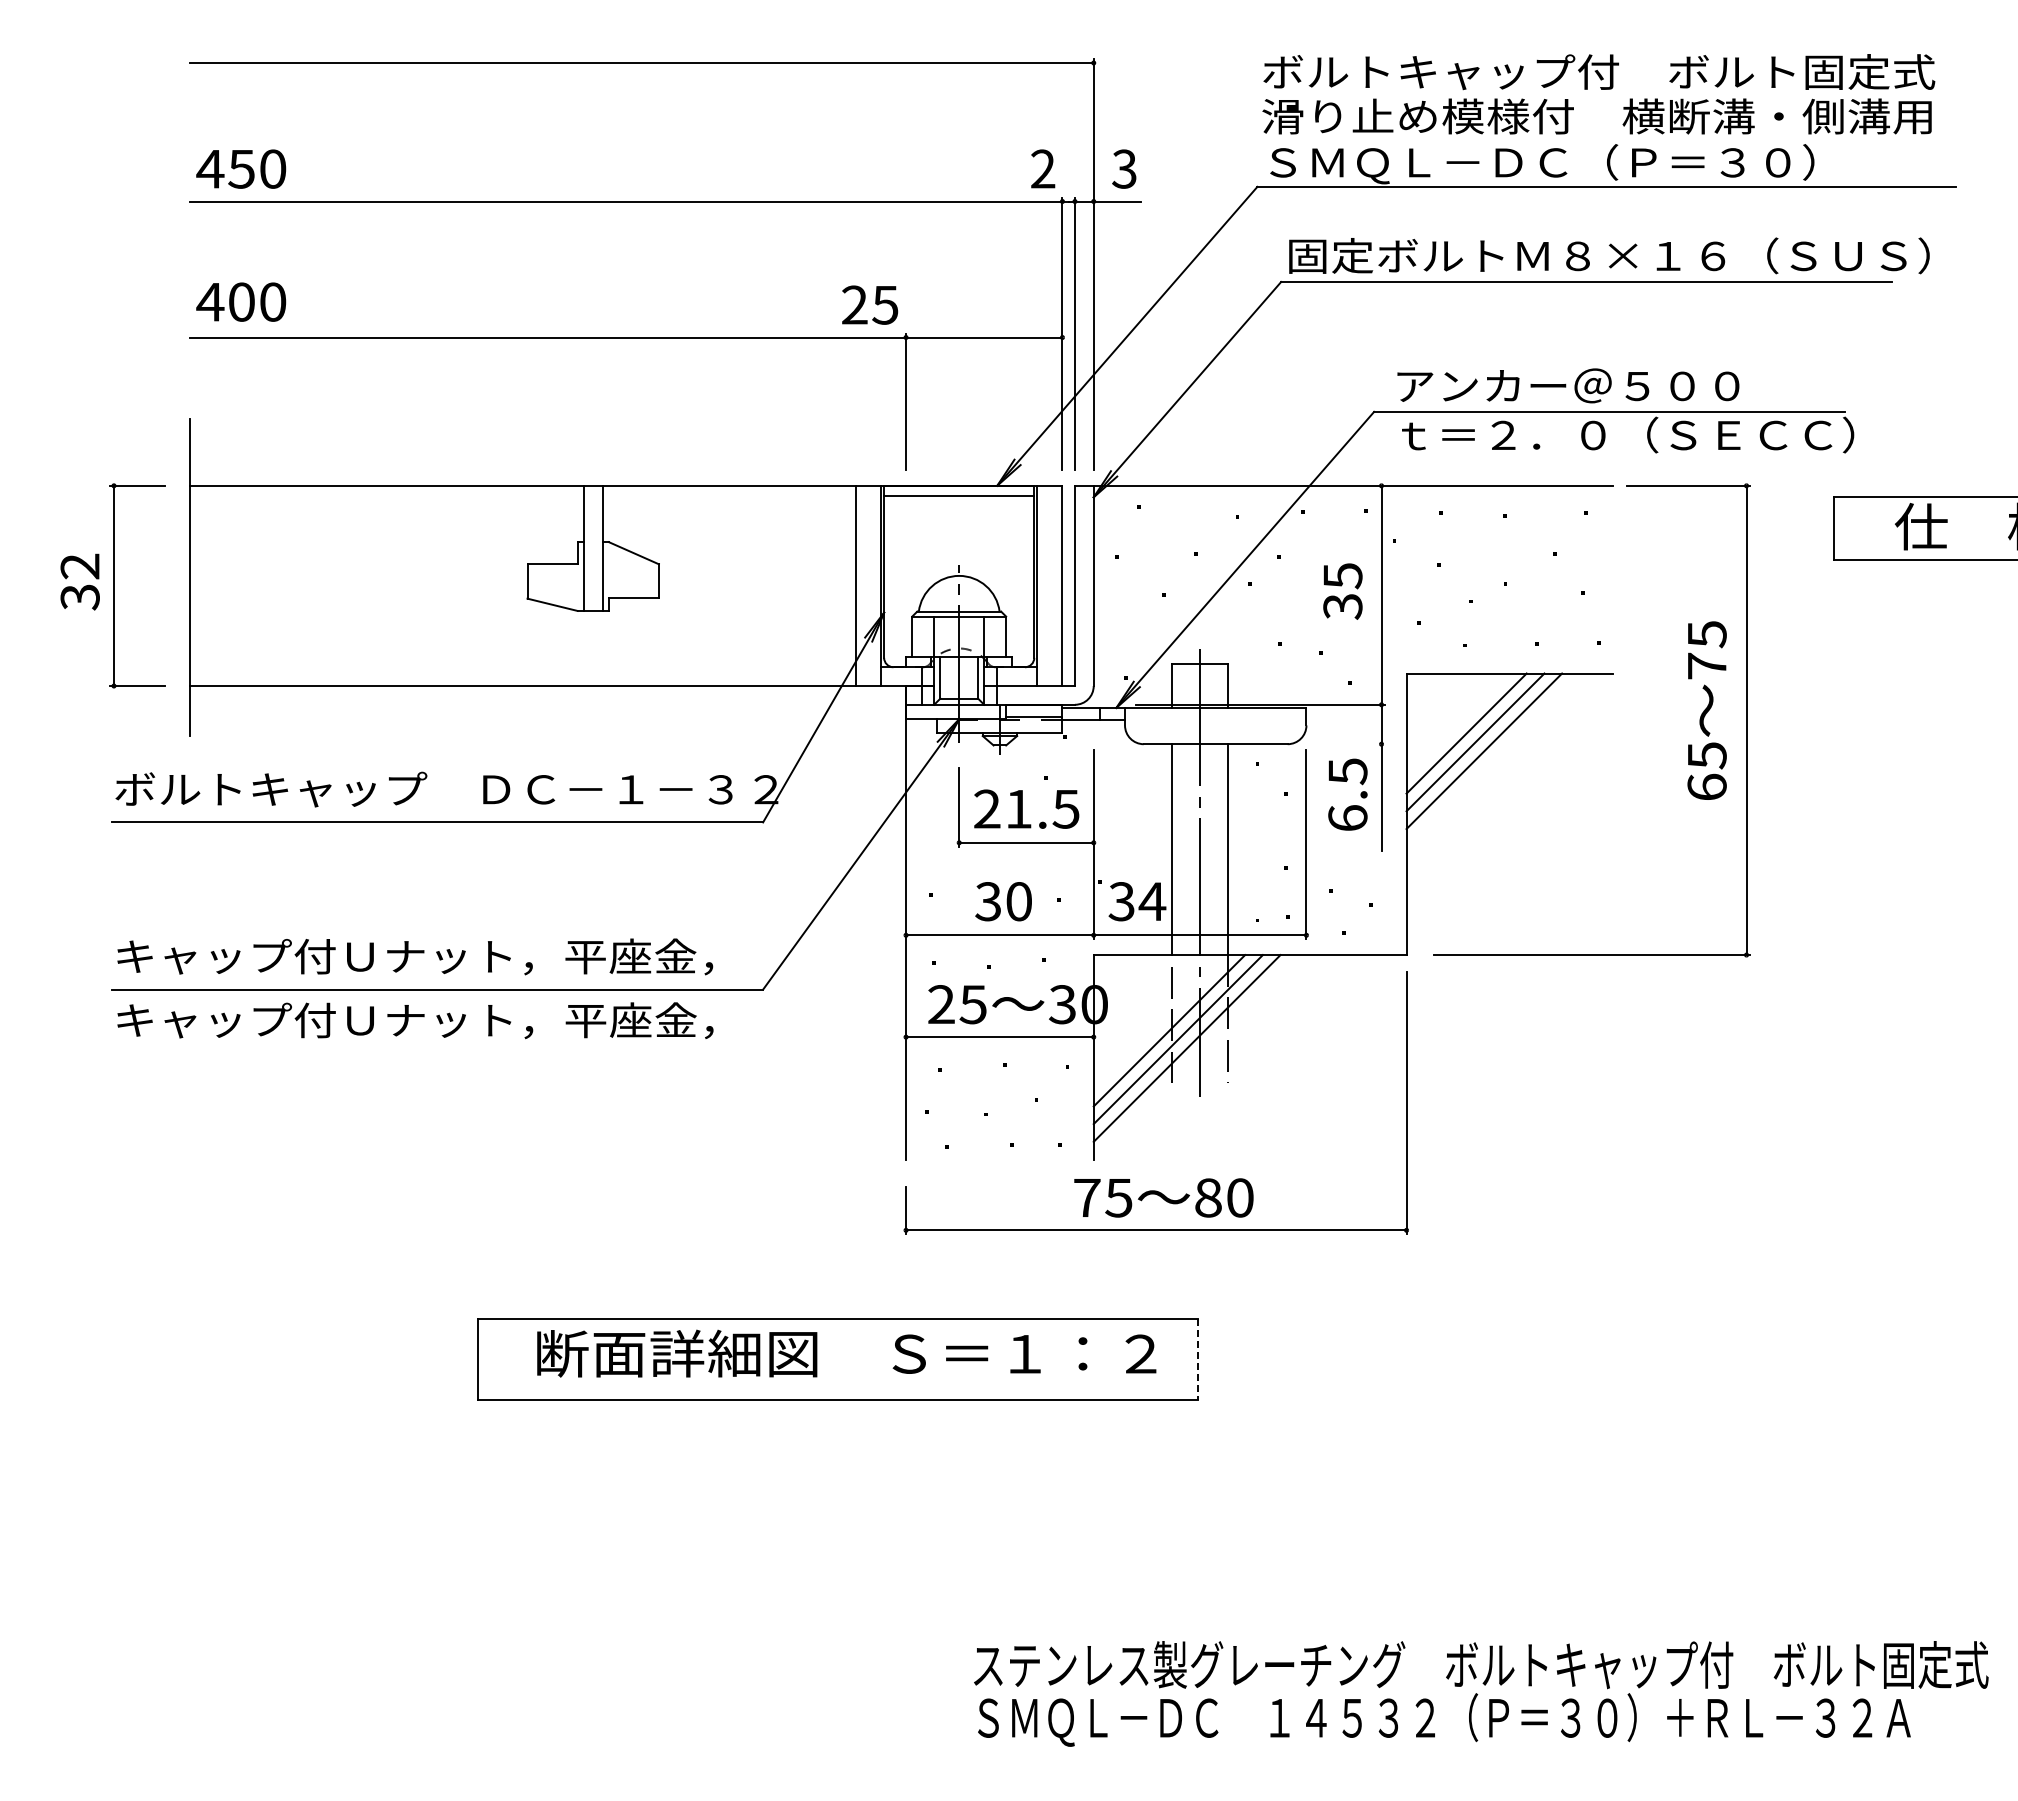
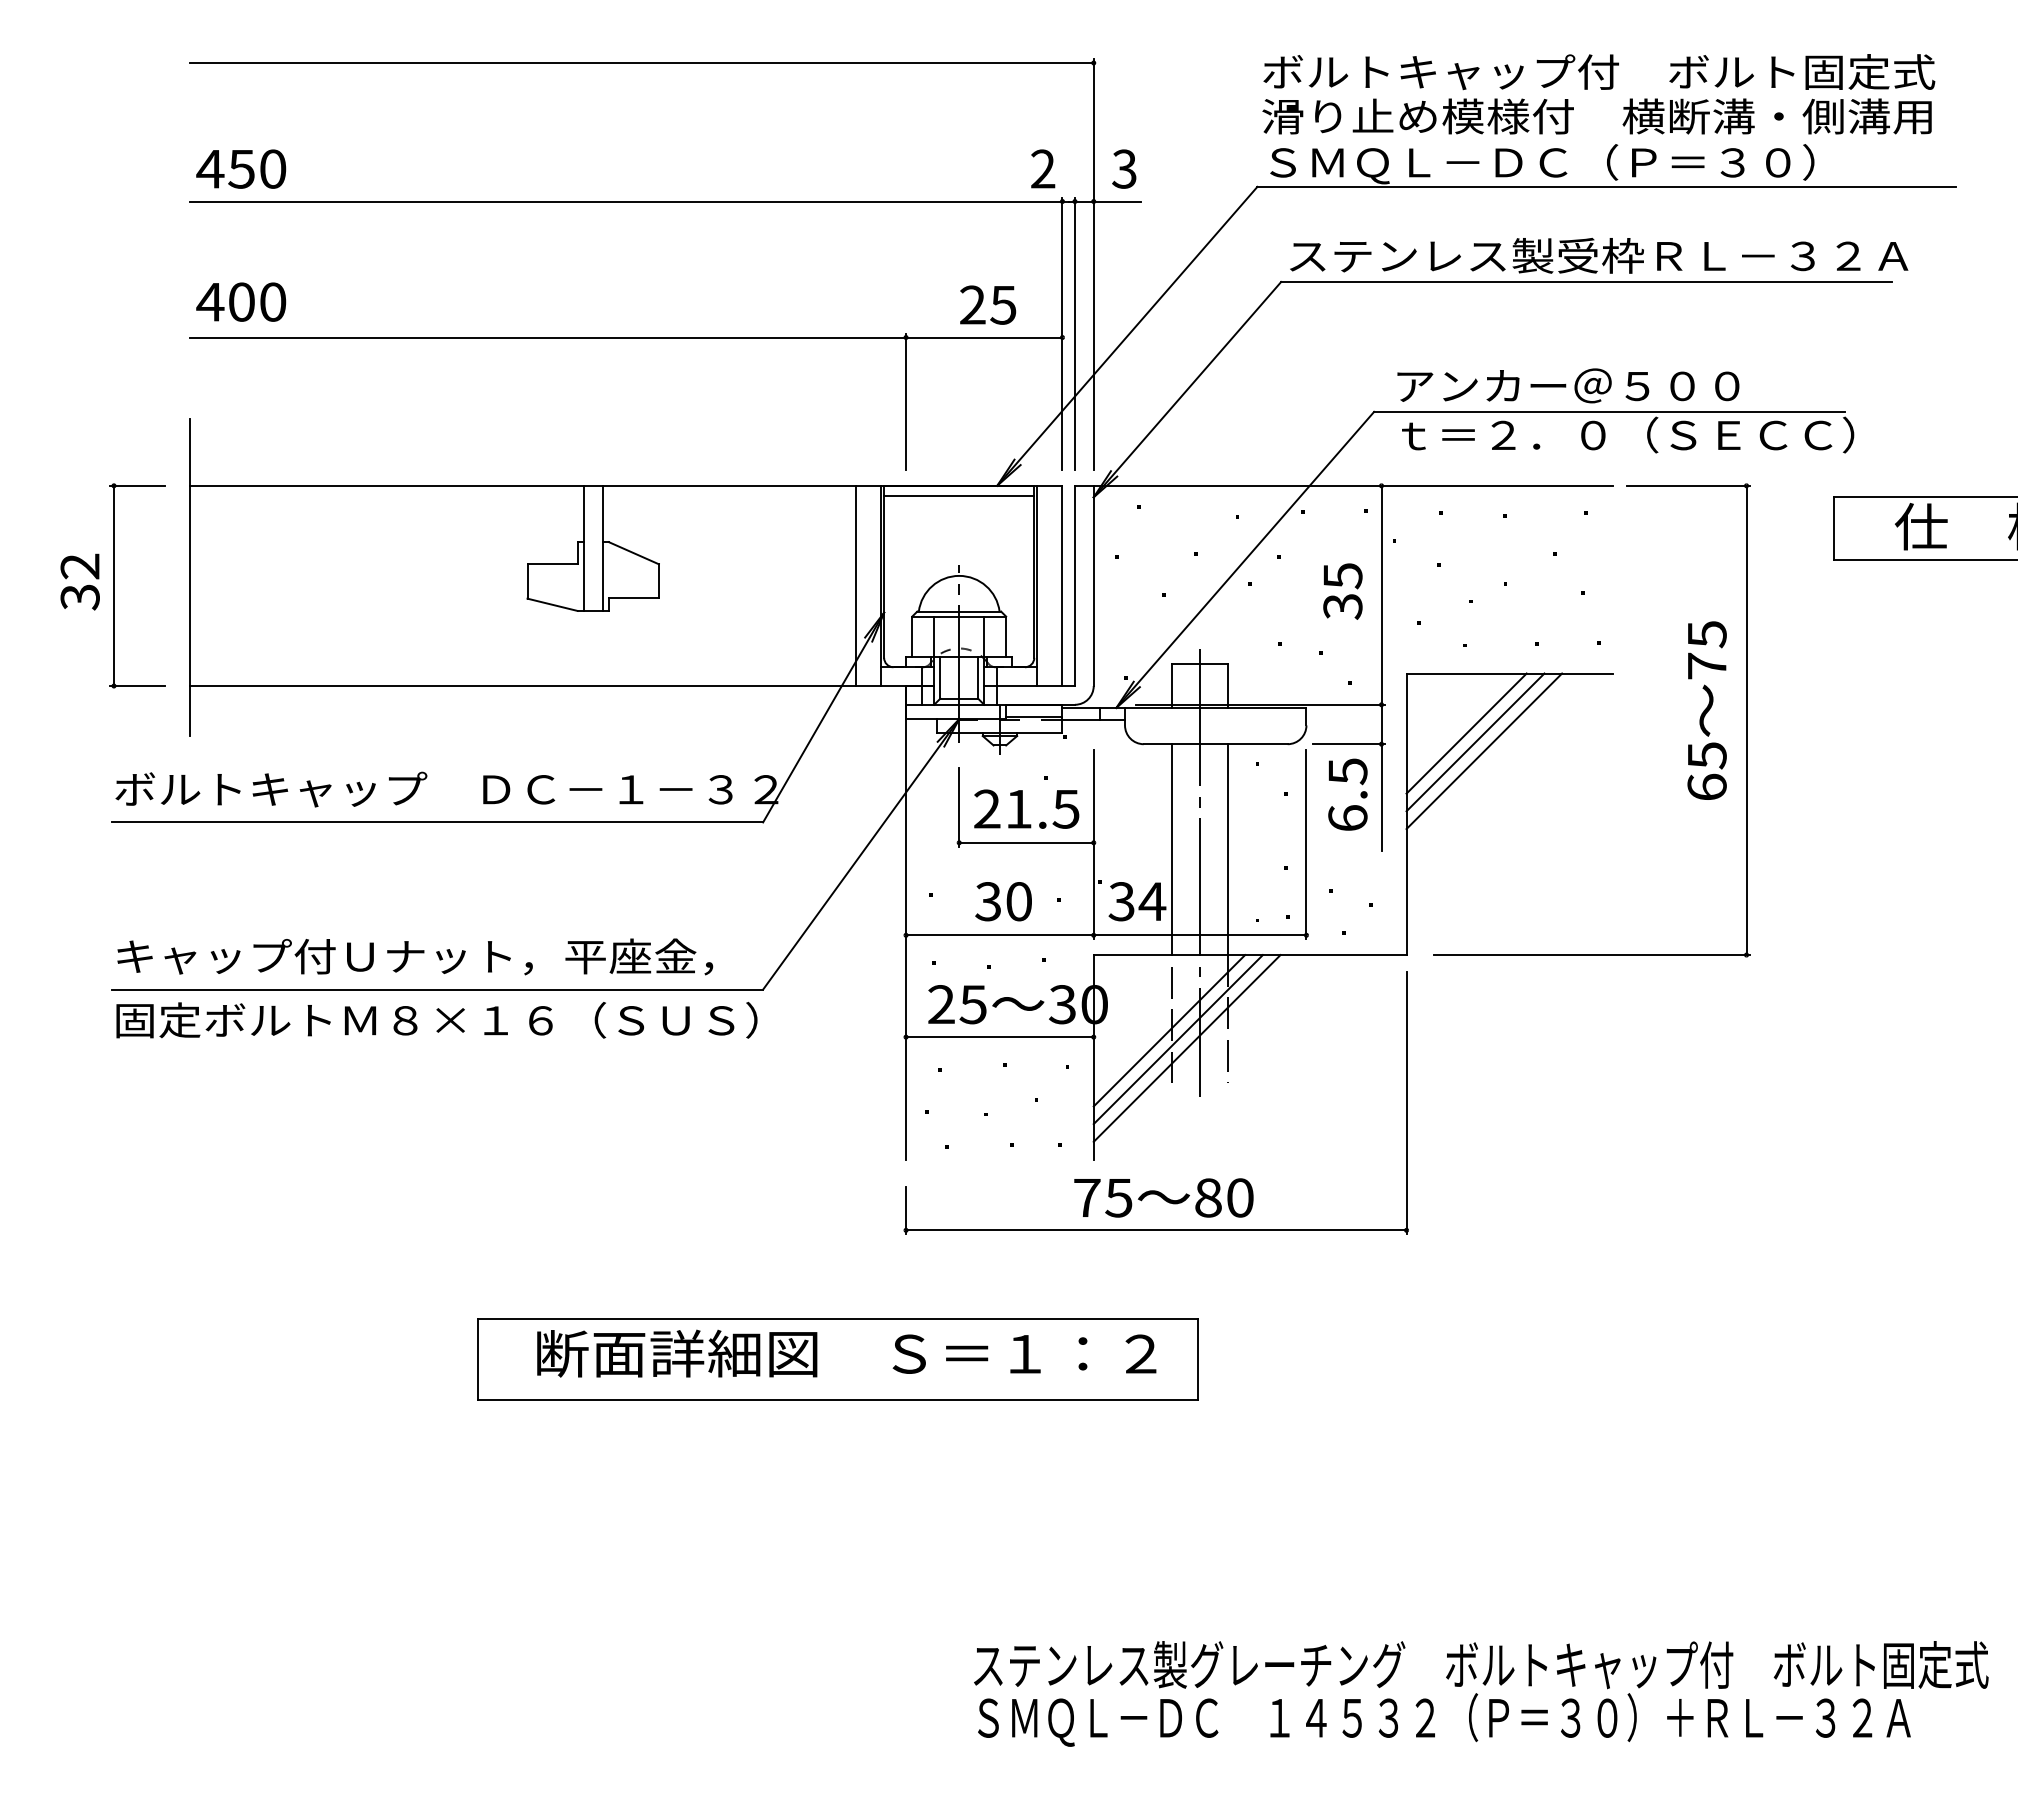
text at (1609, 255): 固定ボルトＭ８×１６（ＳＵＳ） -> ステンレス製受枠ＲＬ－３２Ａ
text at (870, 304) position: (870, 304) -> (988, 304)
line at (1348, 744): none -> present
text at (436, 1020): キャップ付Ｕナット，平座金， -> 固定ボルトＭ８×１６（ＳＵＳ）
line at (1197, 1359): dashed -> solid
